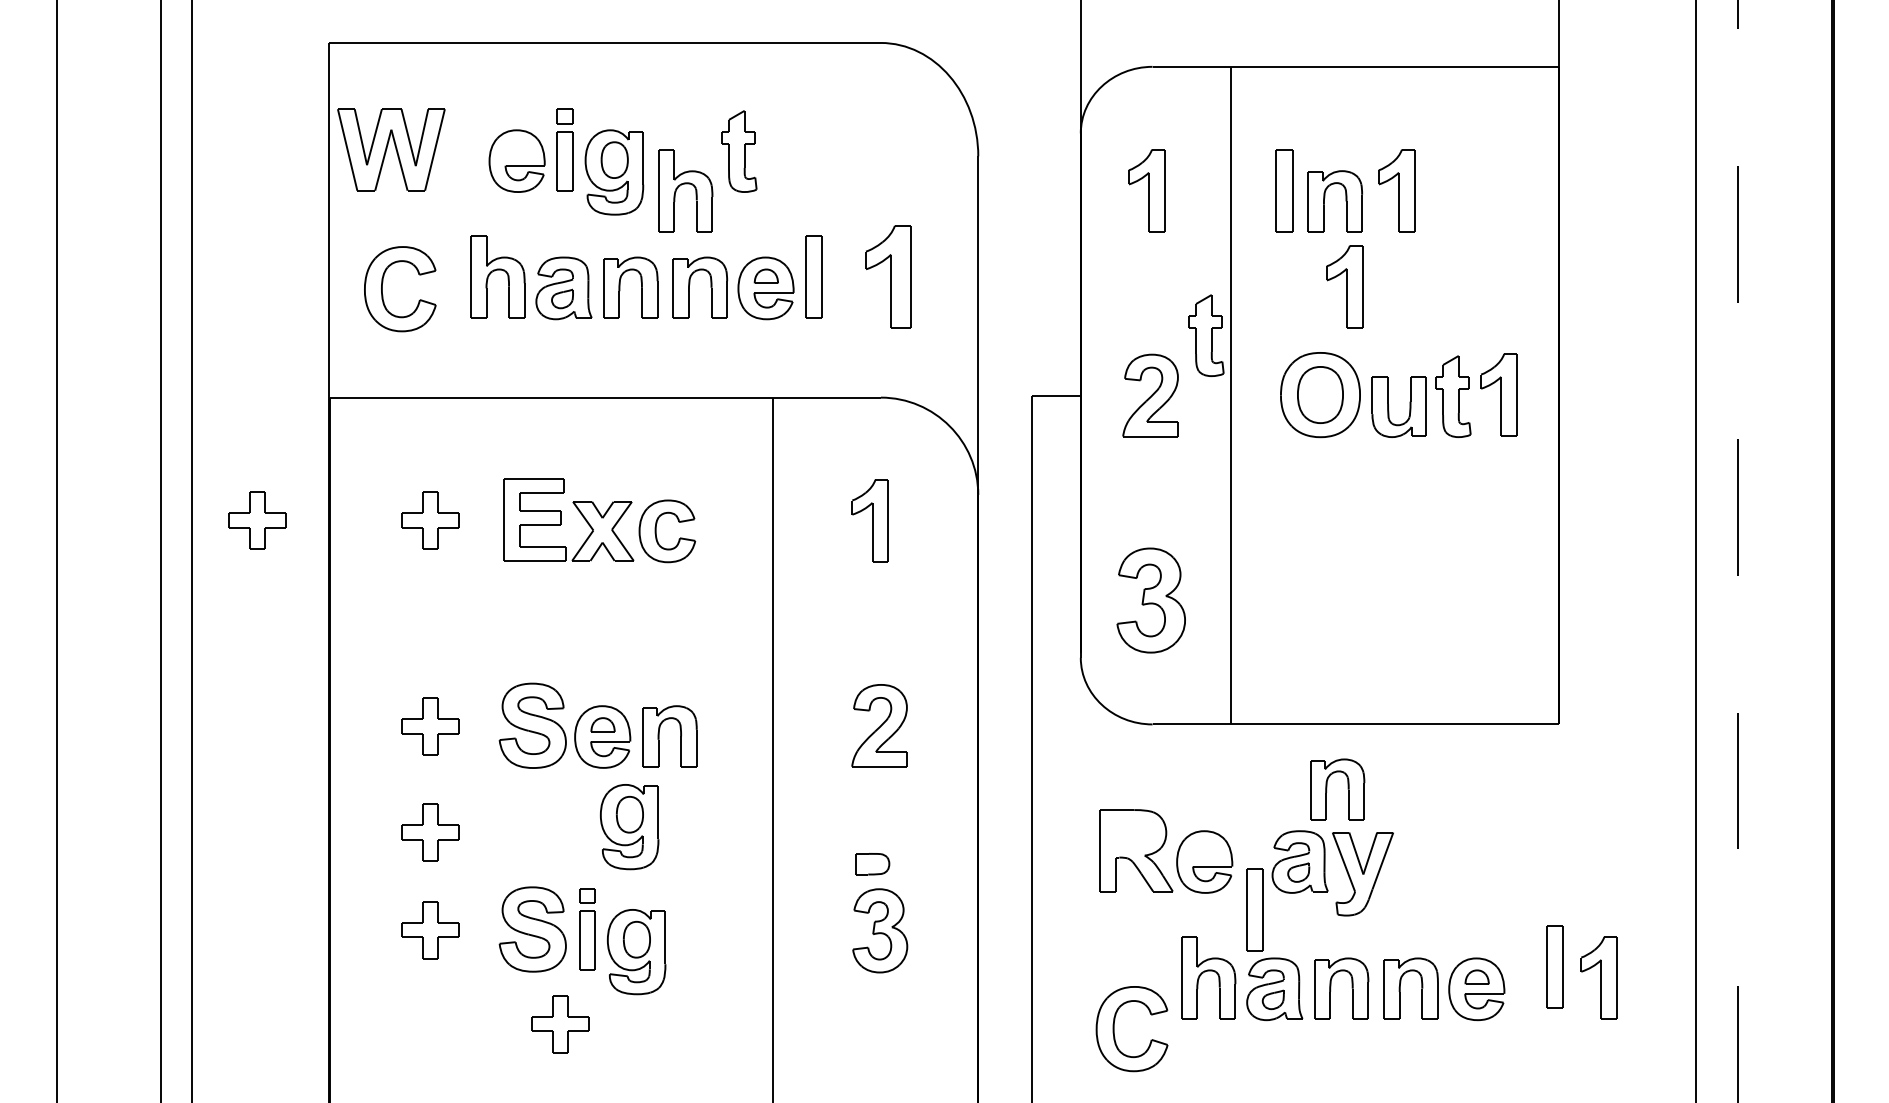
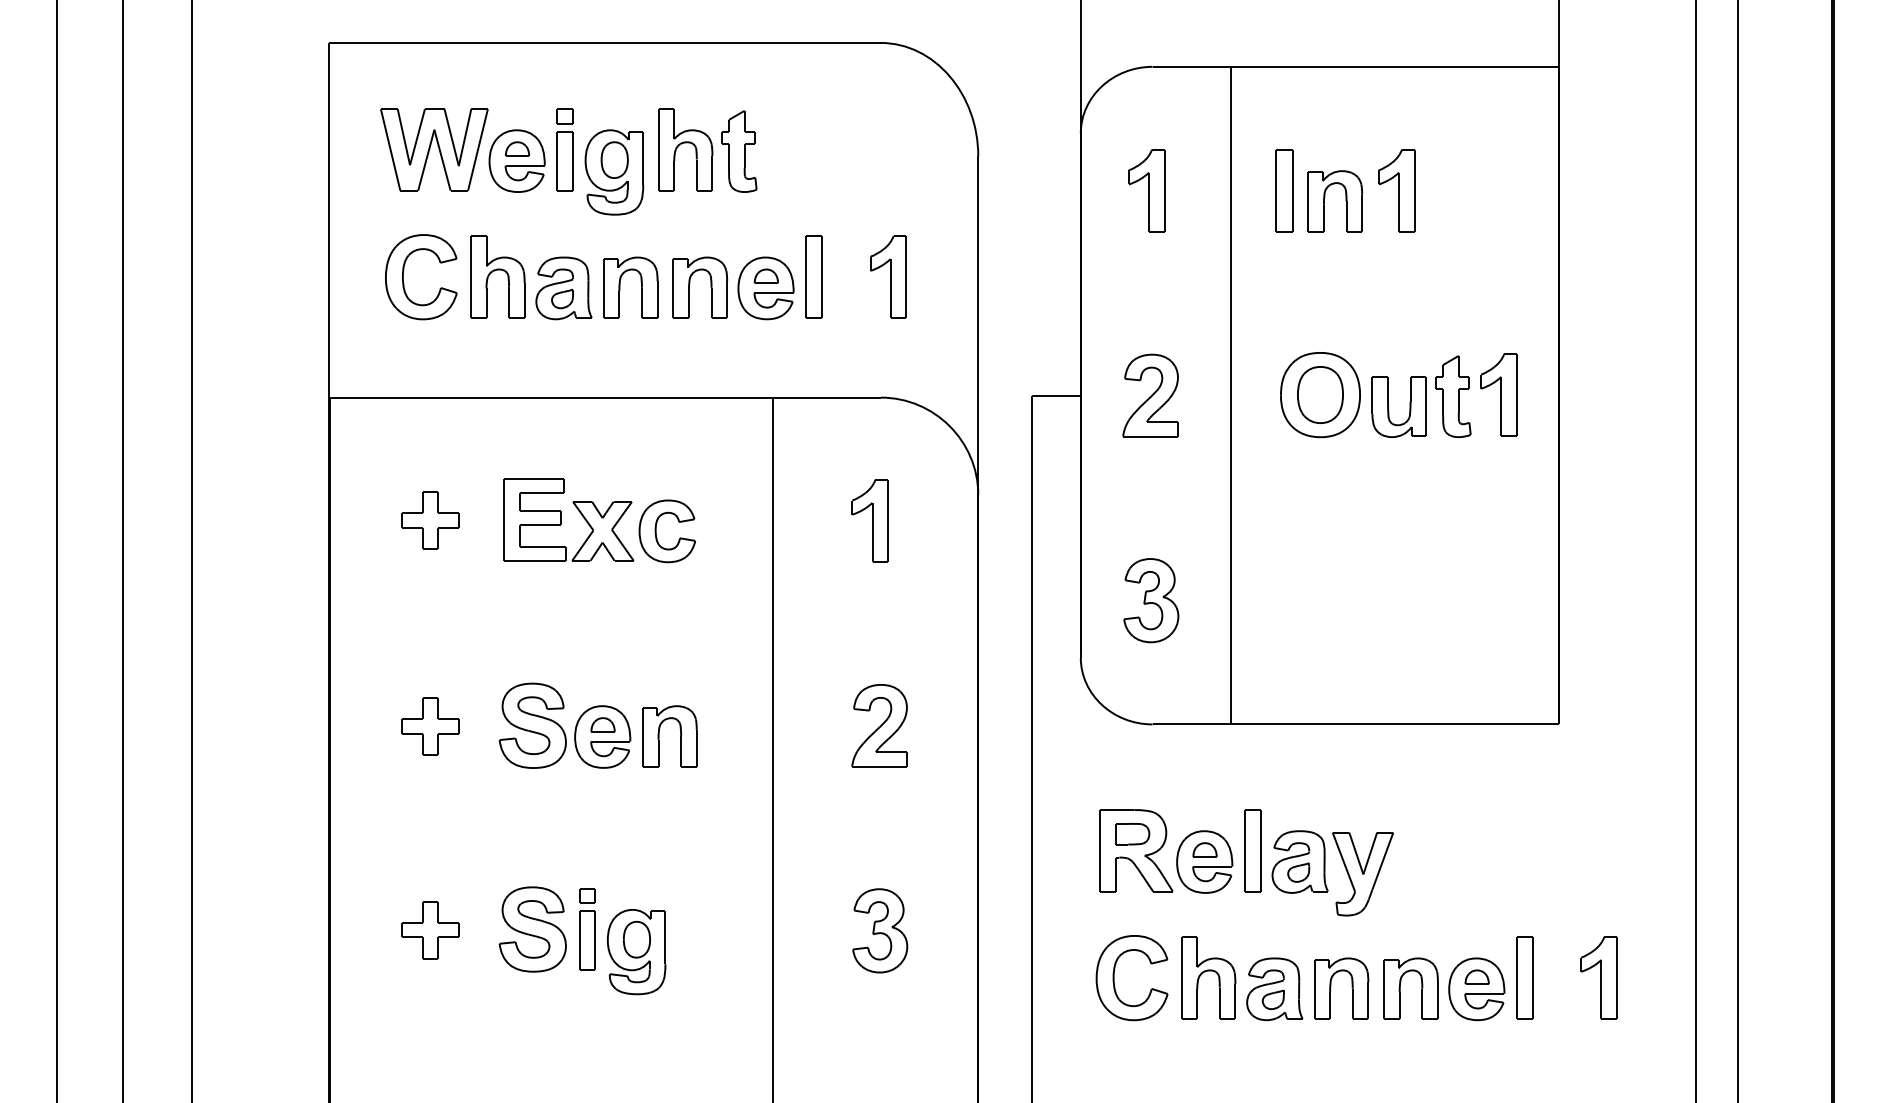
part at (517, 148): none -> present
part at (391, 149) position: (391, 149) -> (434, 149)
part at (685, 190) position: (685, 190) -> (685, 149)
part at (888, 276) size: 47x104 px -> 37x84 px
part at (1344, 286): present -> none
part at (382, 289) position: (382, 289) -> (403, 277)
part at (1206, 335): present -> none
part at (257, 520): present -> none
line at (161, 550) position: (161, 550) -> (123, 550)
line at (1738, 551): dashed -> solid
part at (1150, 600) size: 70x107 px -> 57x86 px
part at (1327, 789): present -> none
part at (629, 827): present -> none
part at (430, 832): present -> none
part at (1204, 849): none -> present
part at (872, 864) position: (872, 864) -> (1132, 834)
part at (1254, 909) position: (1254, 909) -> (1252, 850)
part at (1554, 966) position: (1554, 966) -> (1524, 977)
part at (560, 1024): present -> none
part at (1114, 1029) position: (1114, 1029) -> (1114, 978)
